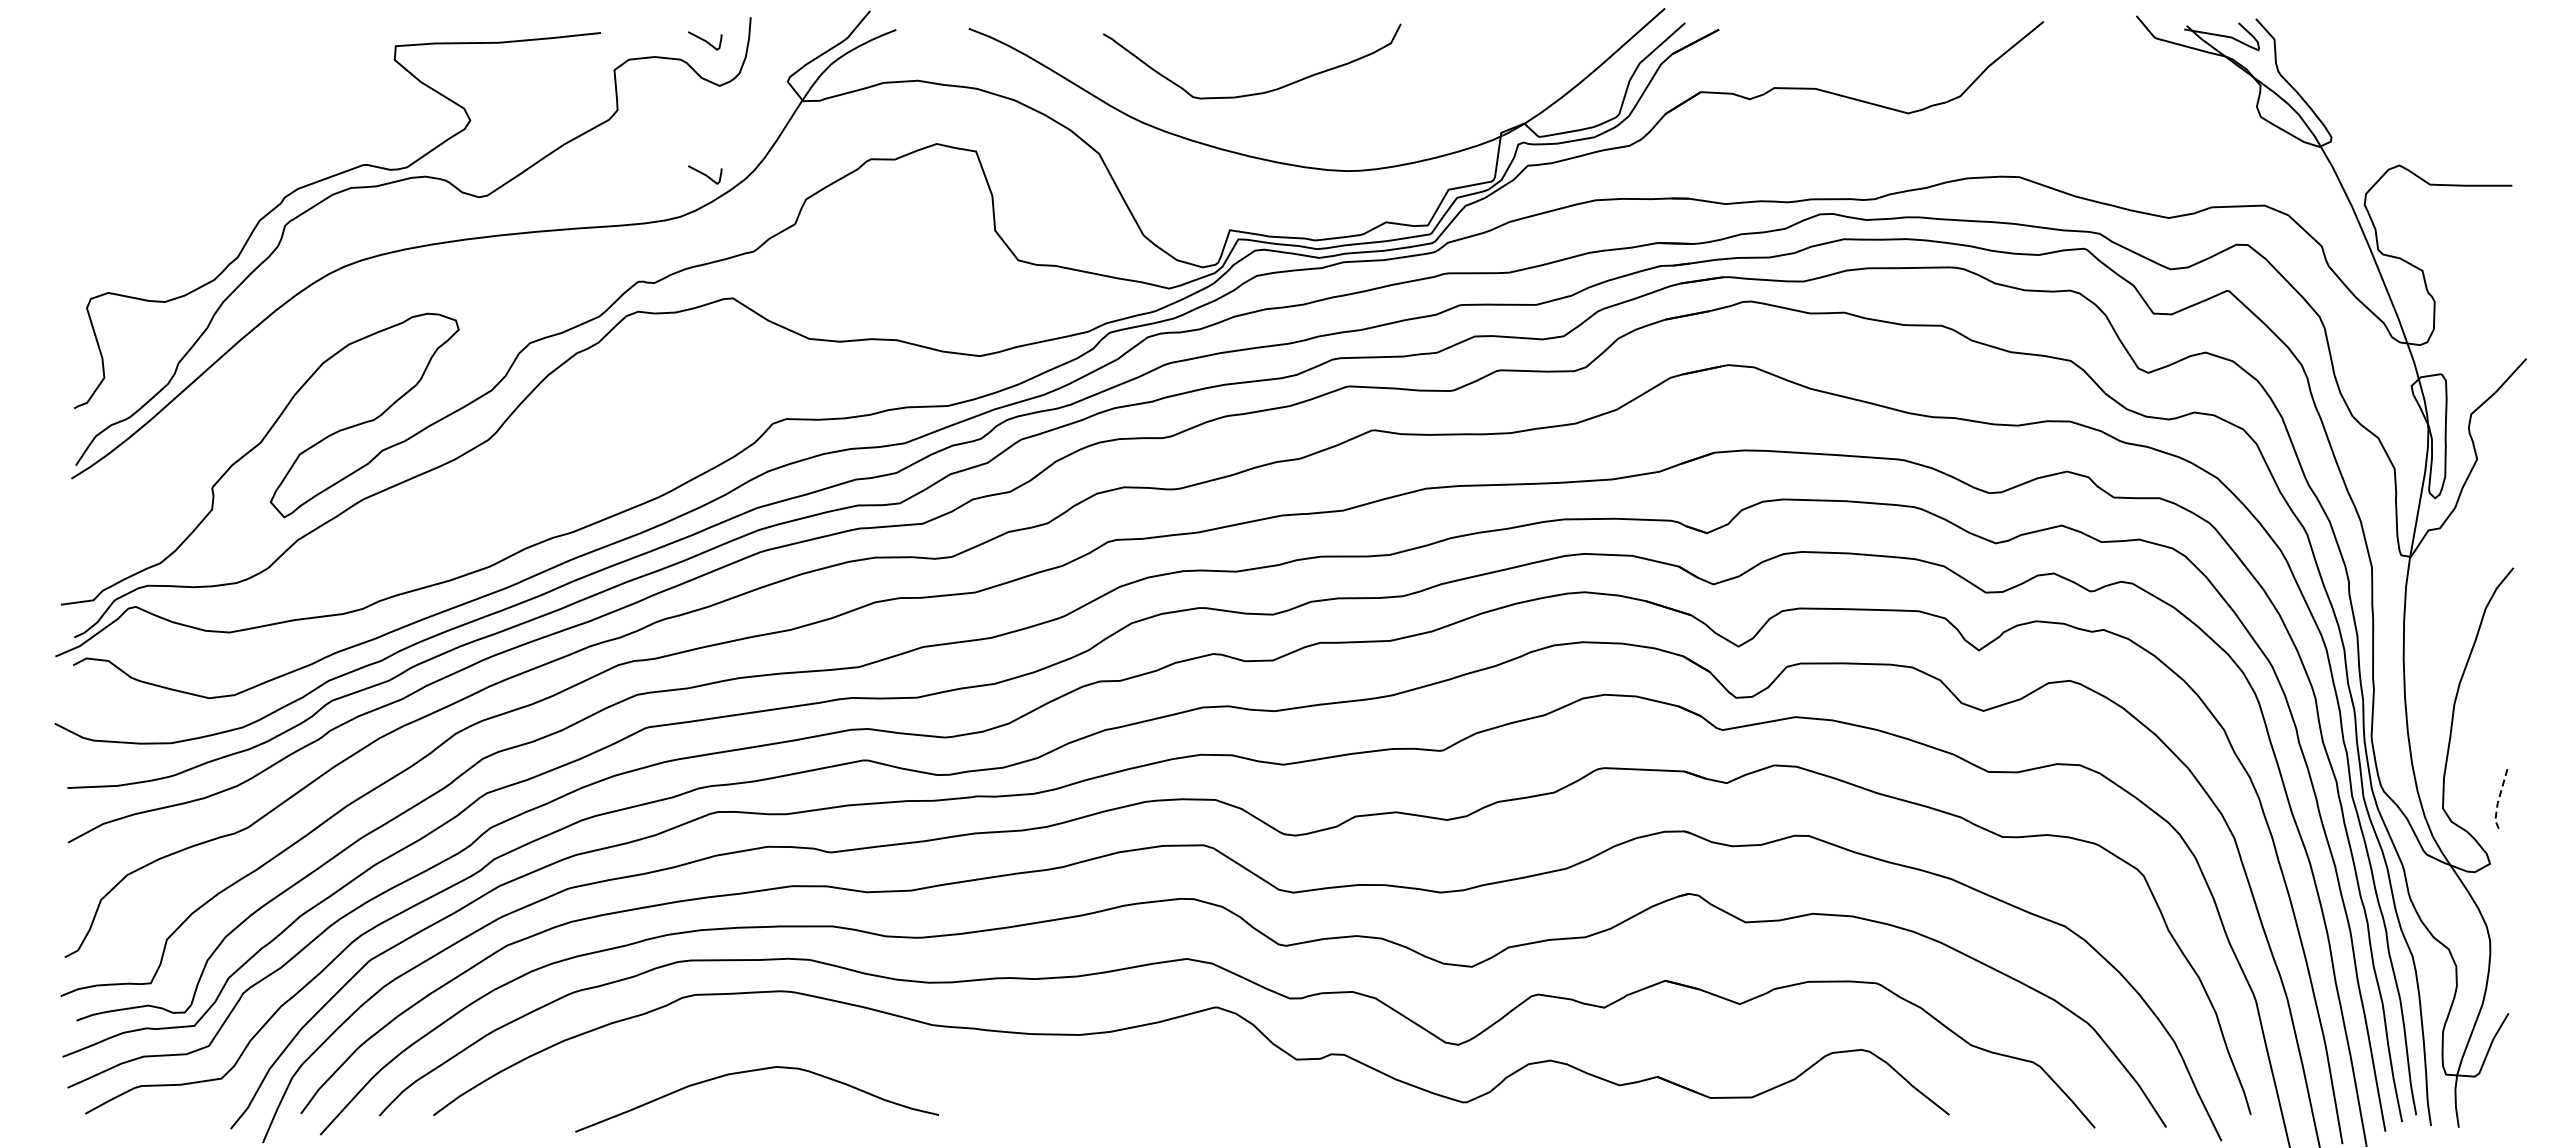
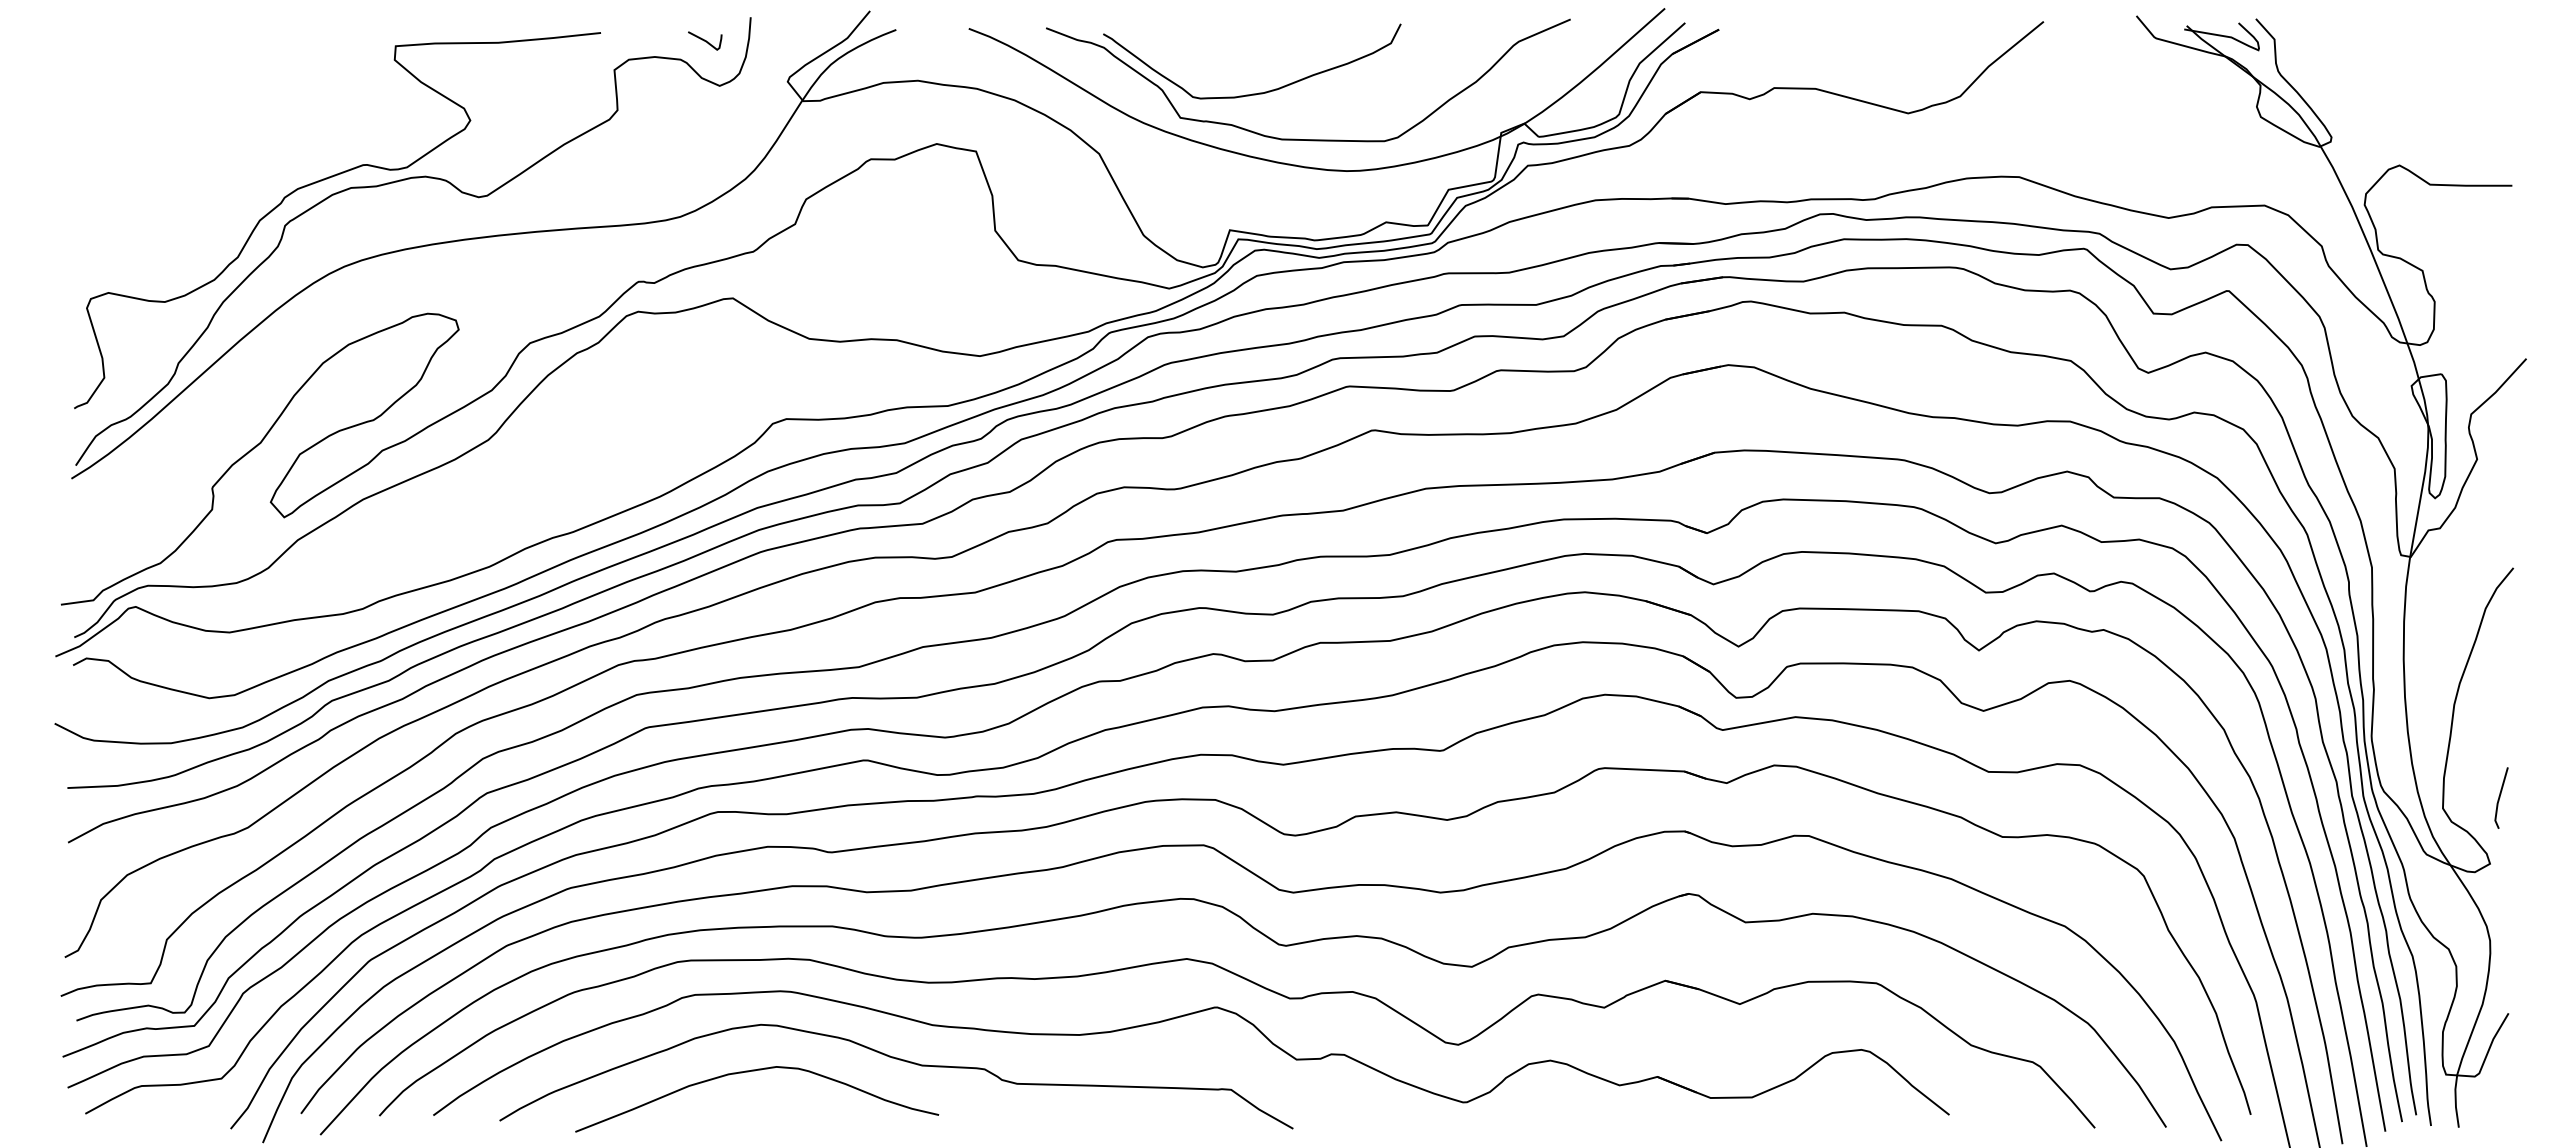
curve at (1308, 139): none -> present
curve at (705, 174): present -> none
line at (2498, 798): dashed -> solid
curve at (902, 1061): none -> present
